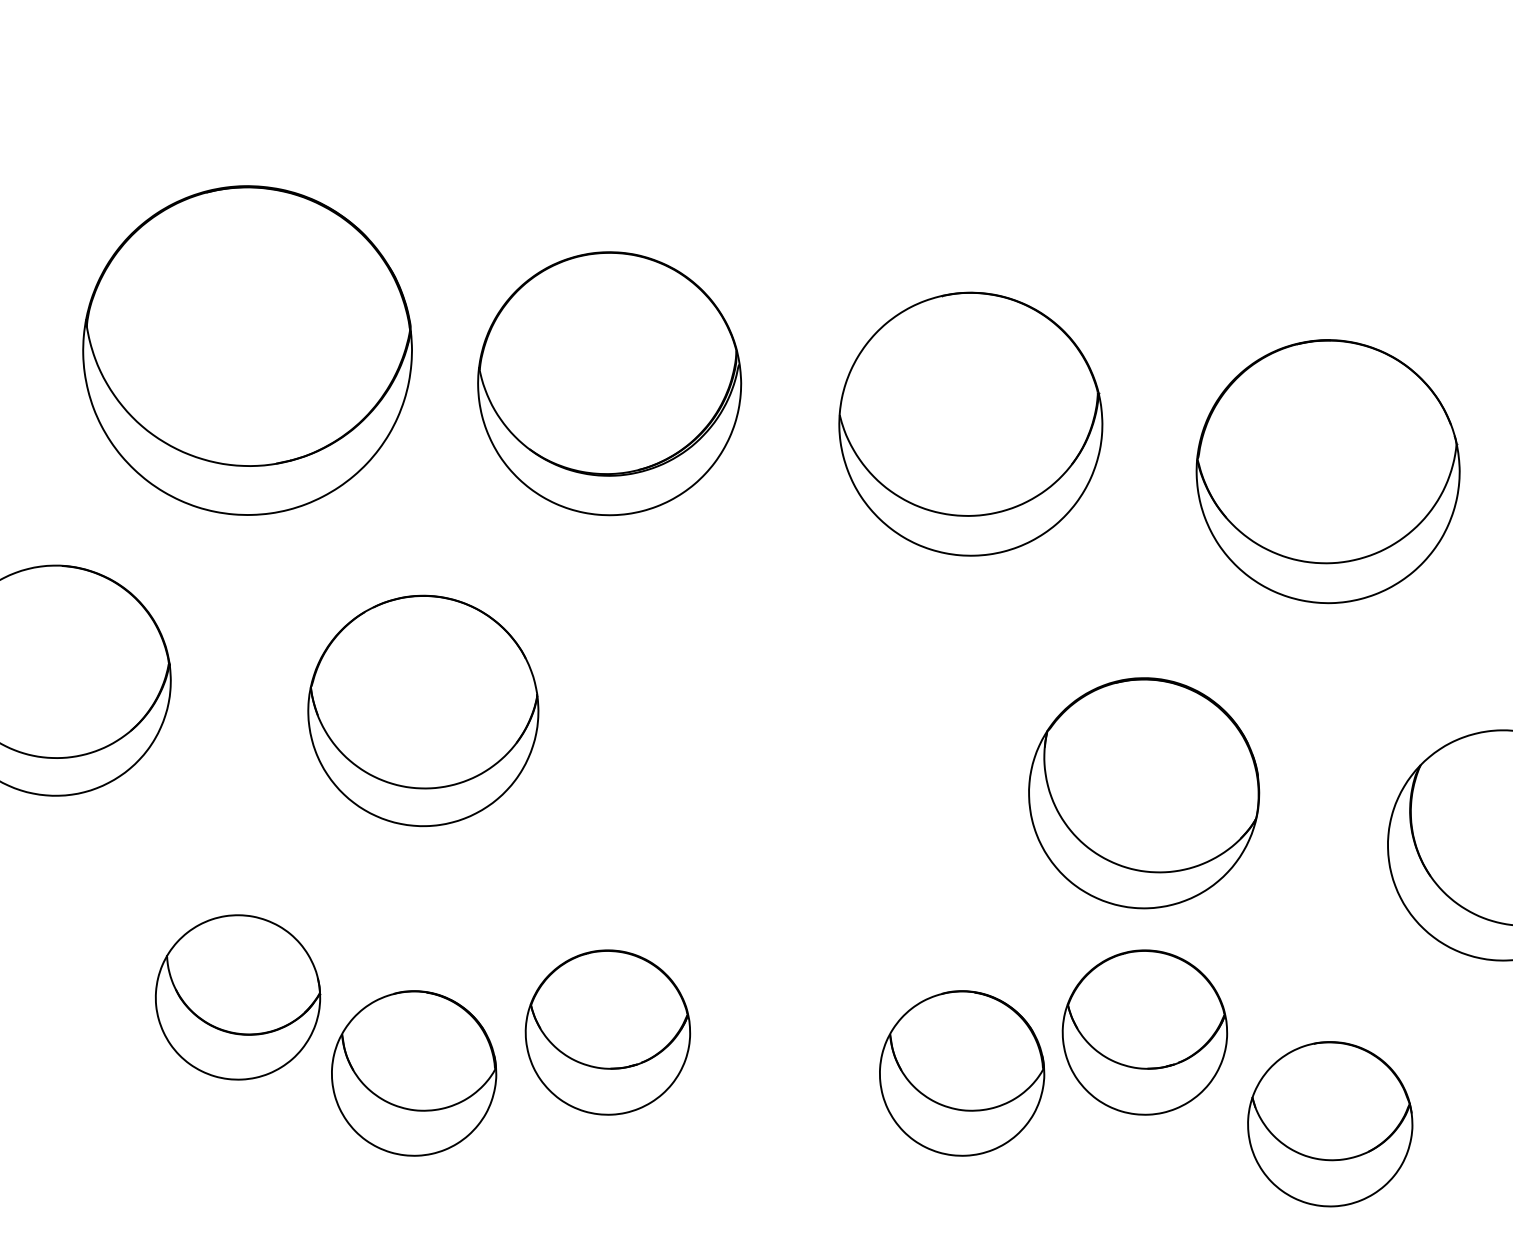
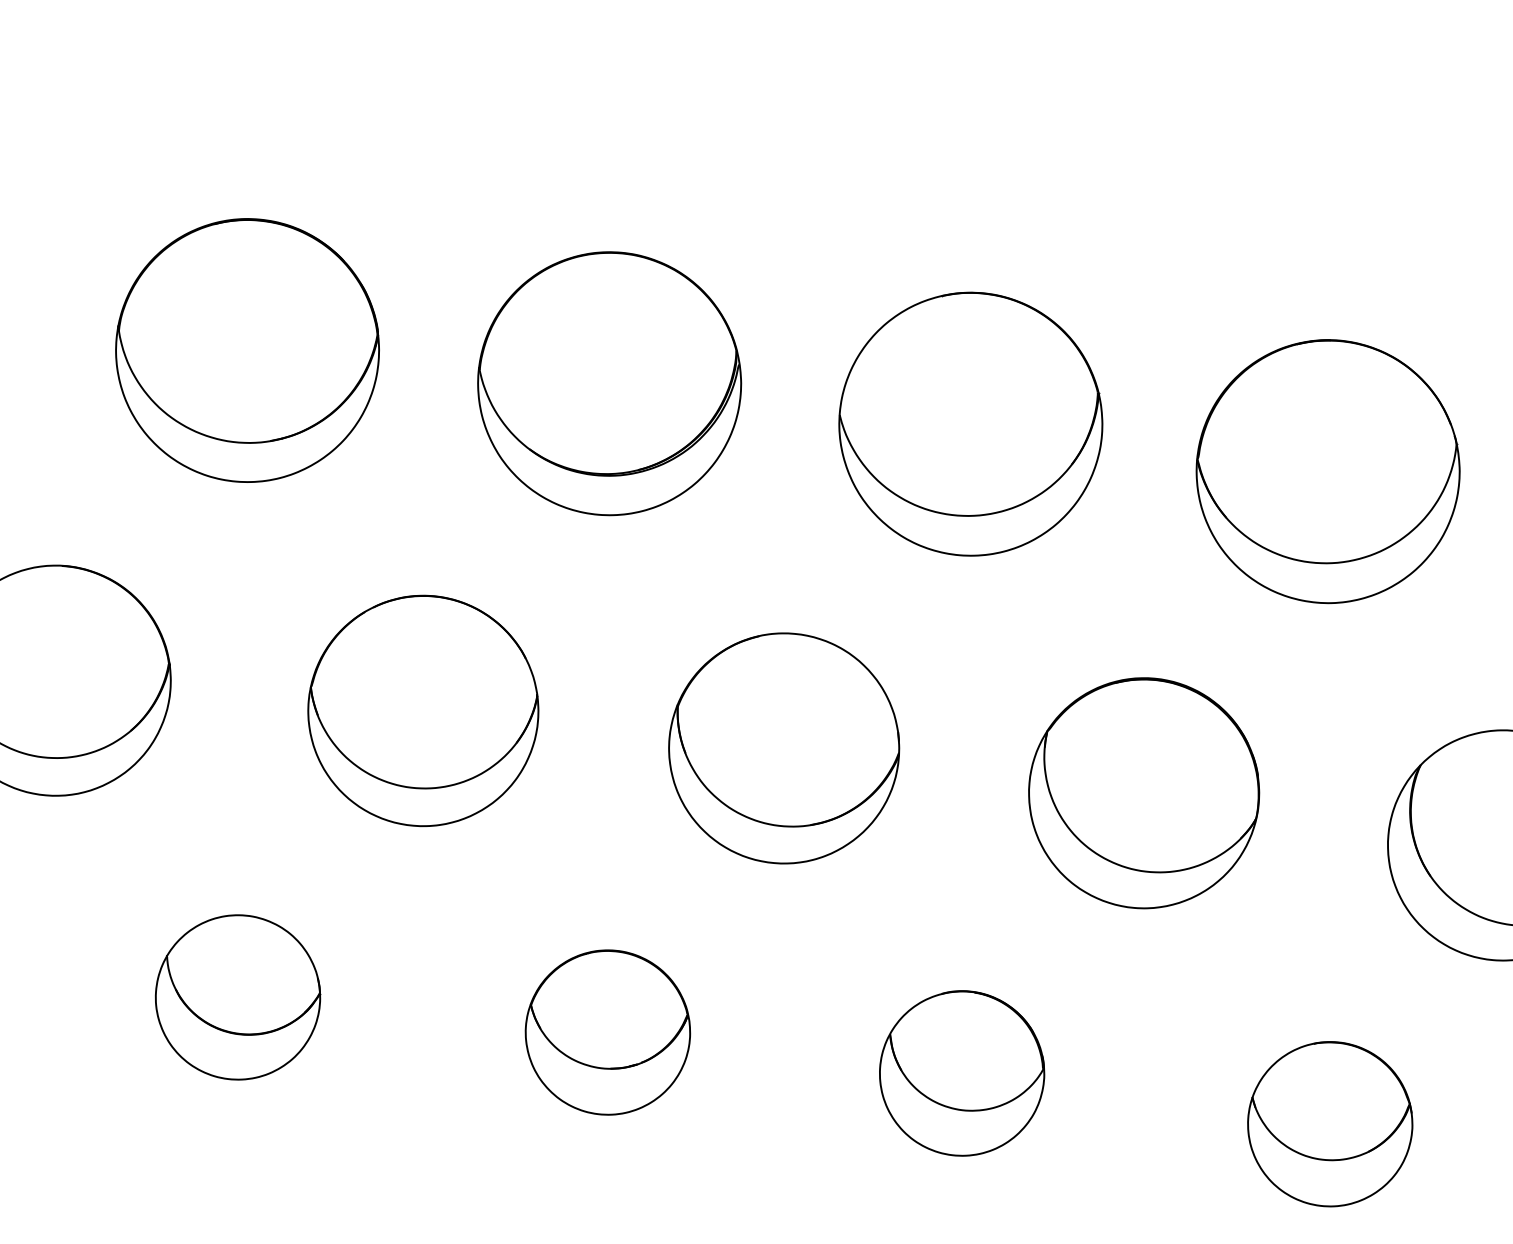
part at (247, 350) size: 331x331 px -> 265x265 px
part at (784, 748): none -> present
part at (1144, 1032): present -> none
part at (414, 1073): present -> none
